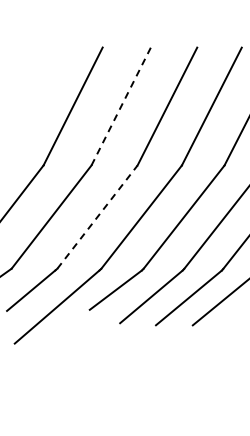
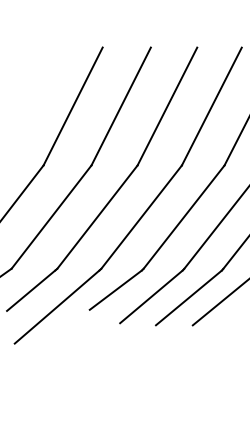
line at (121, 106): dashed -> solid
line at (97, 216): dashed -> solid
